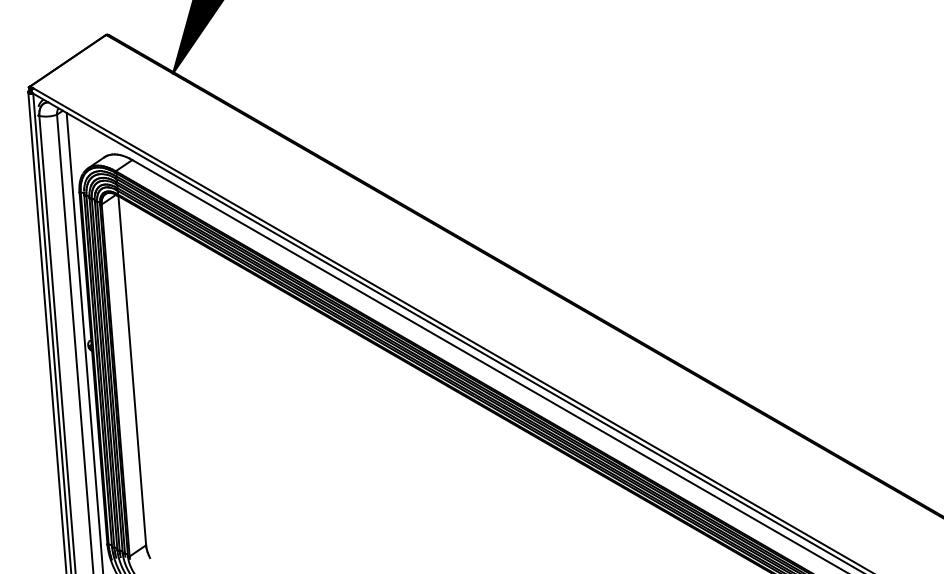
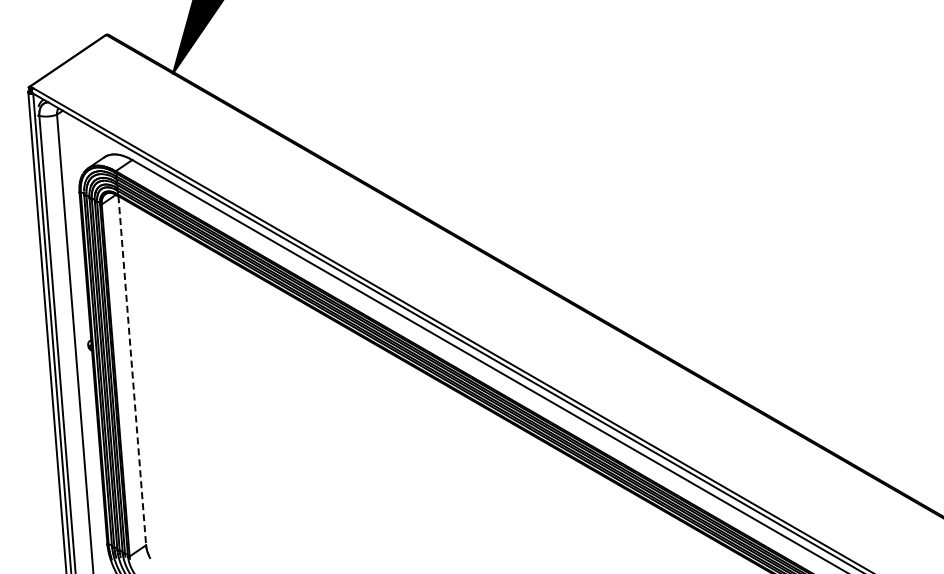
line at (84, 341): present -> none
line at (132, 371): solid -> dashed
